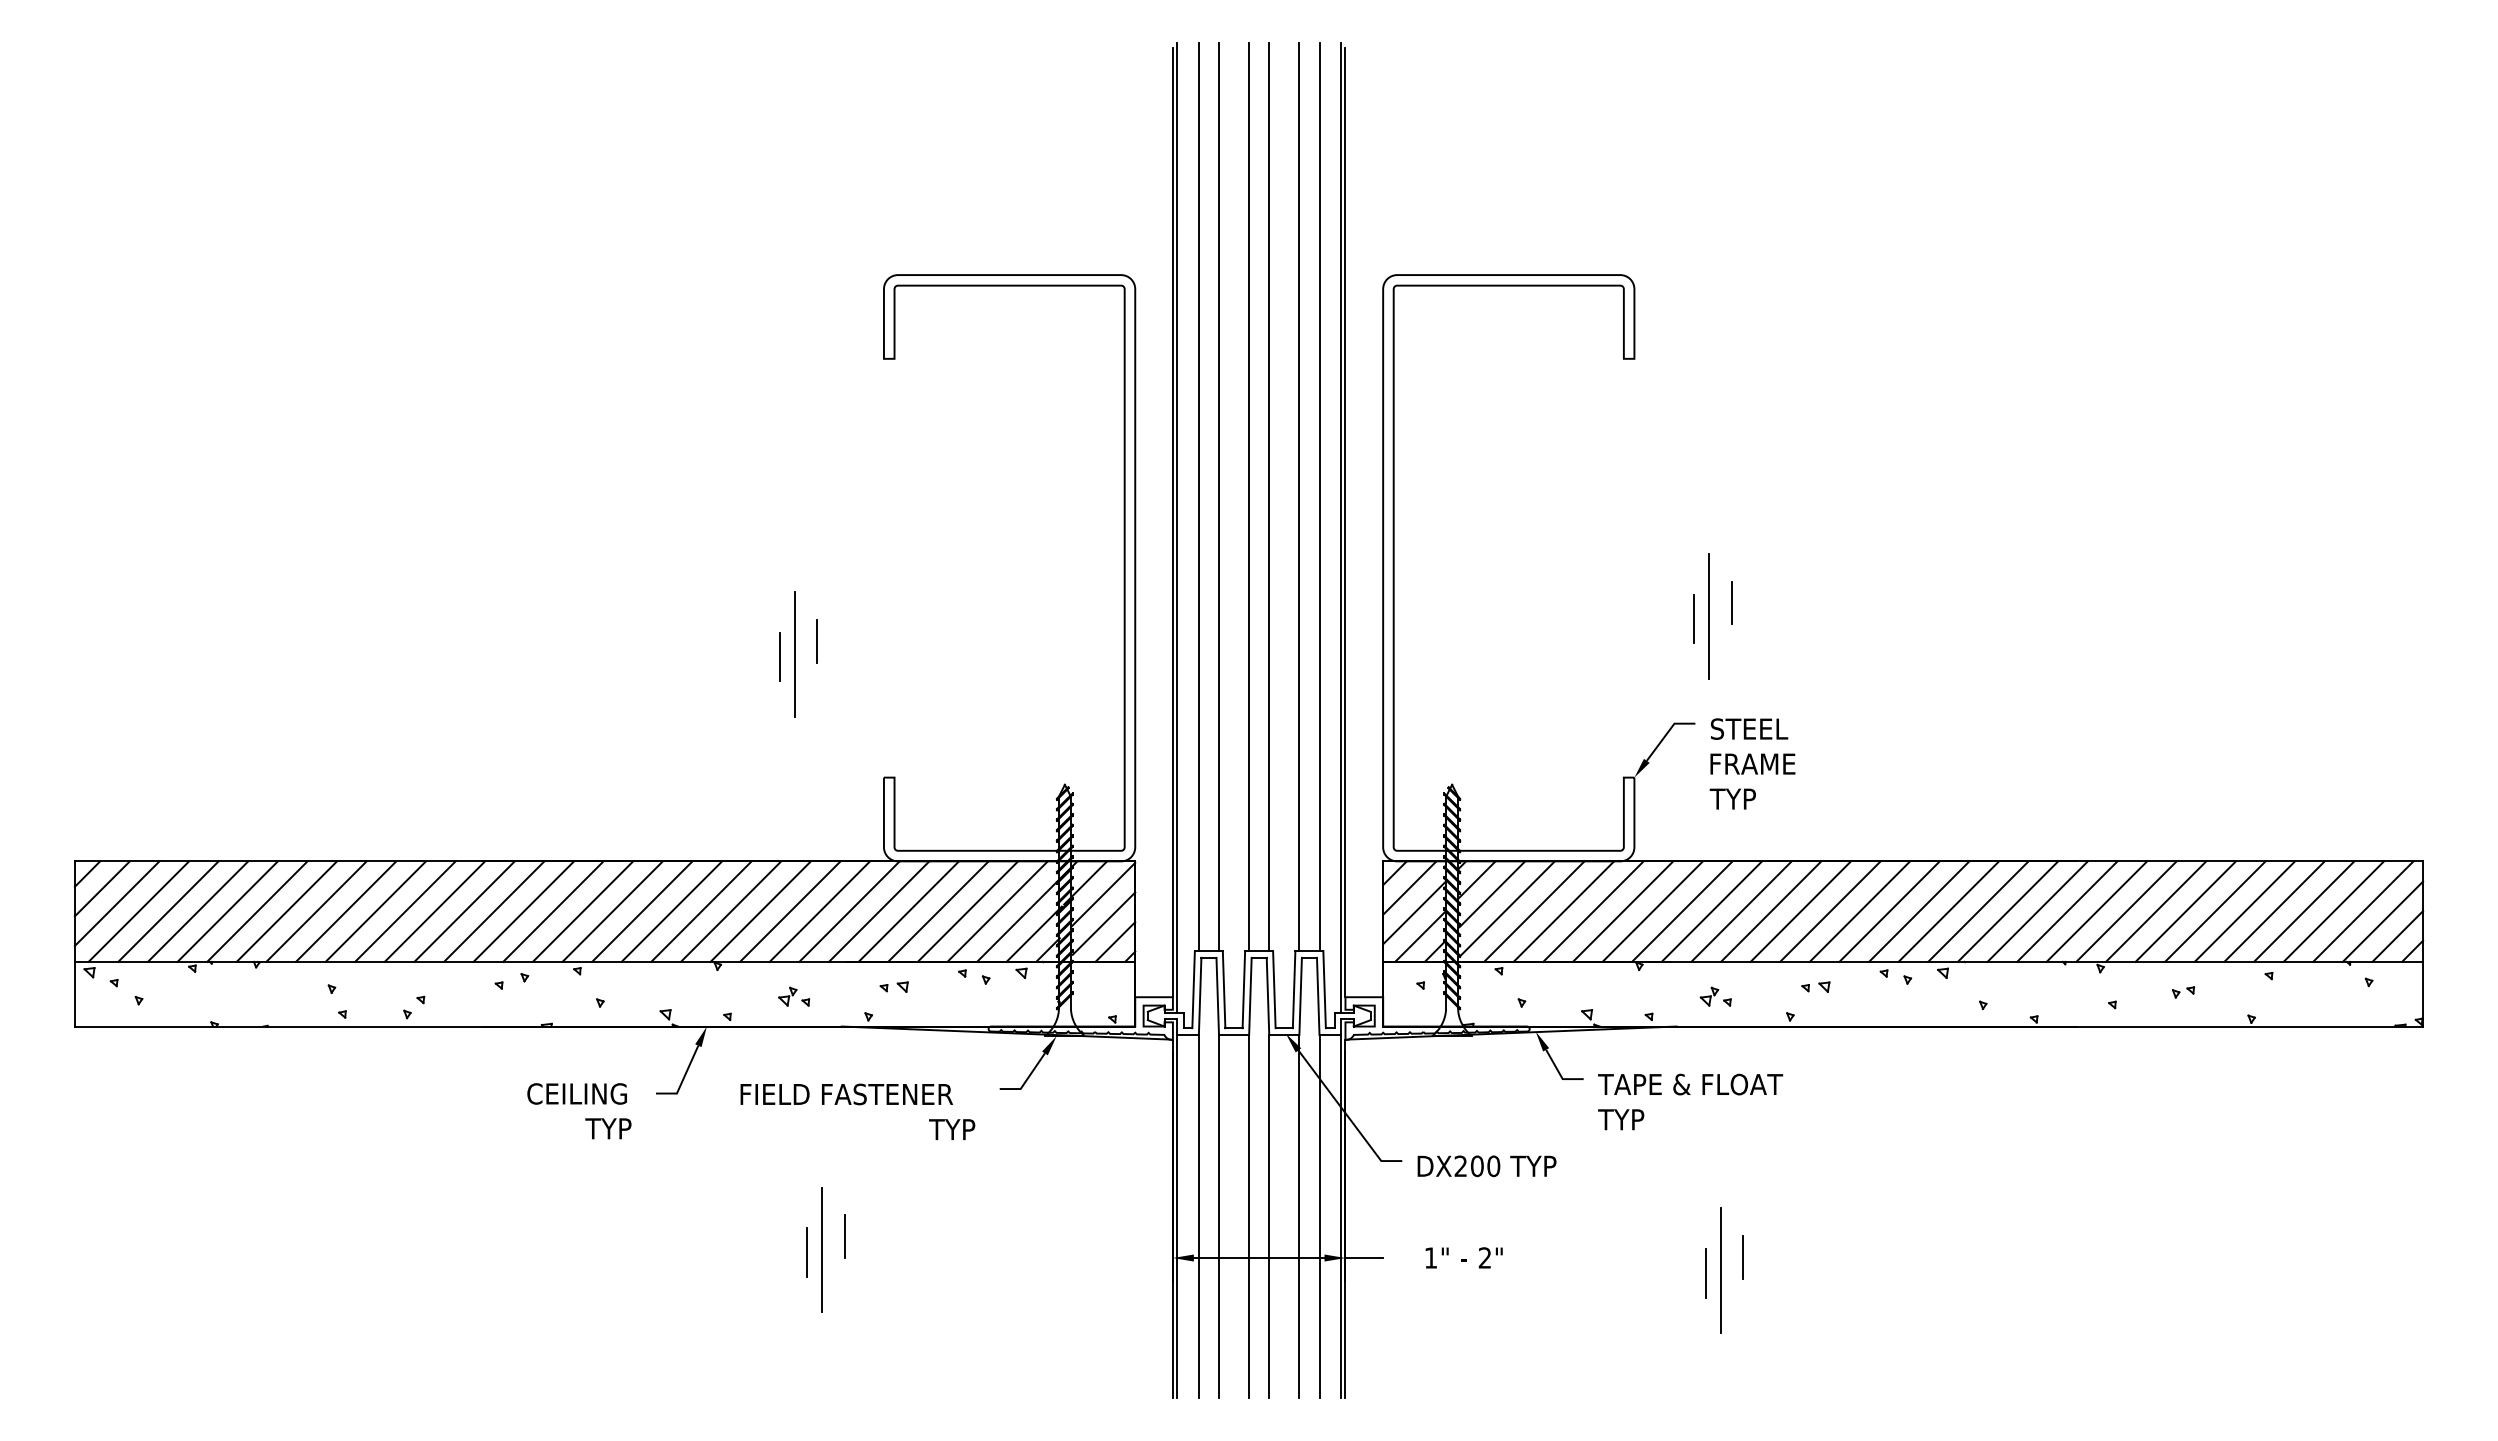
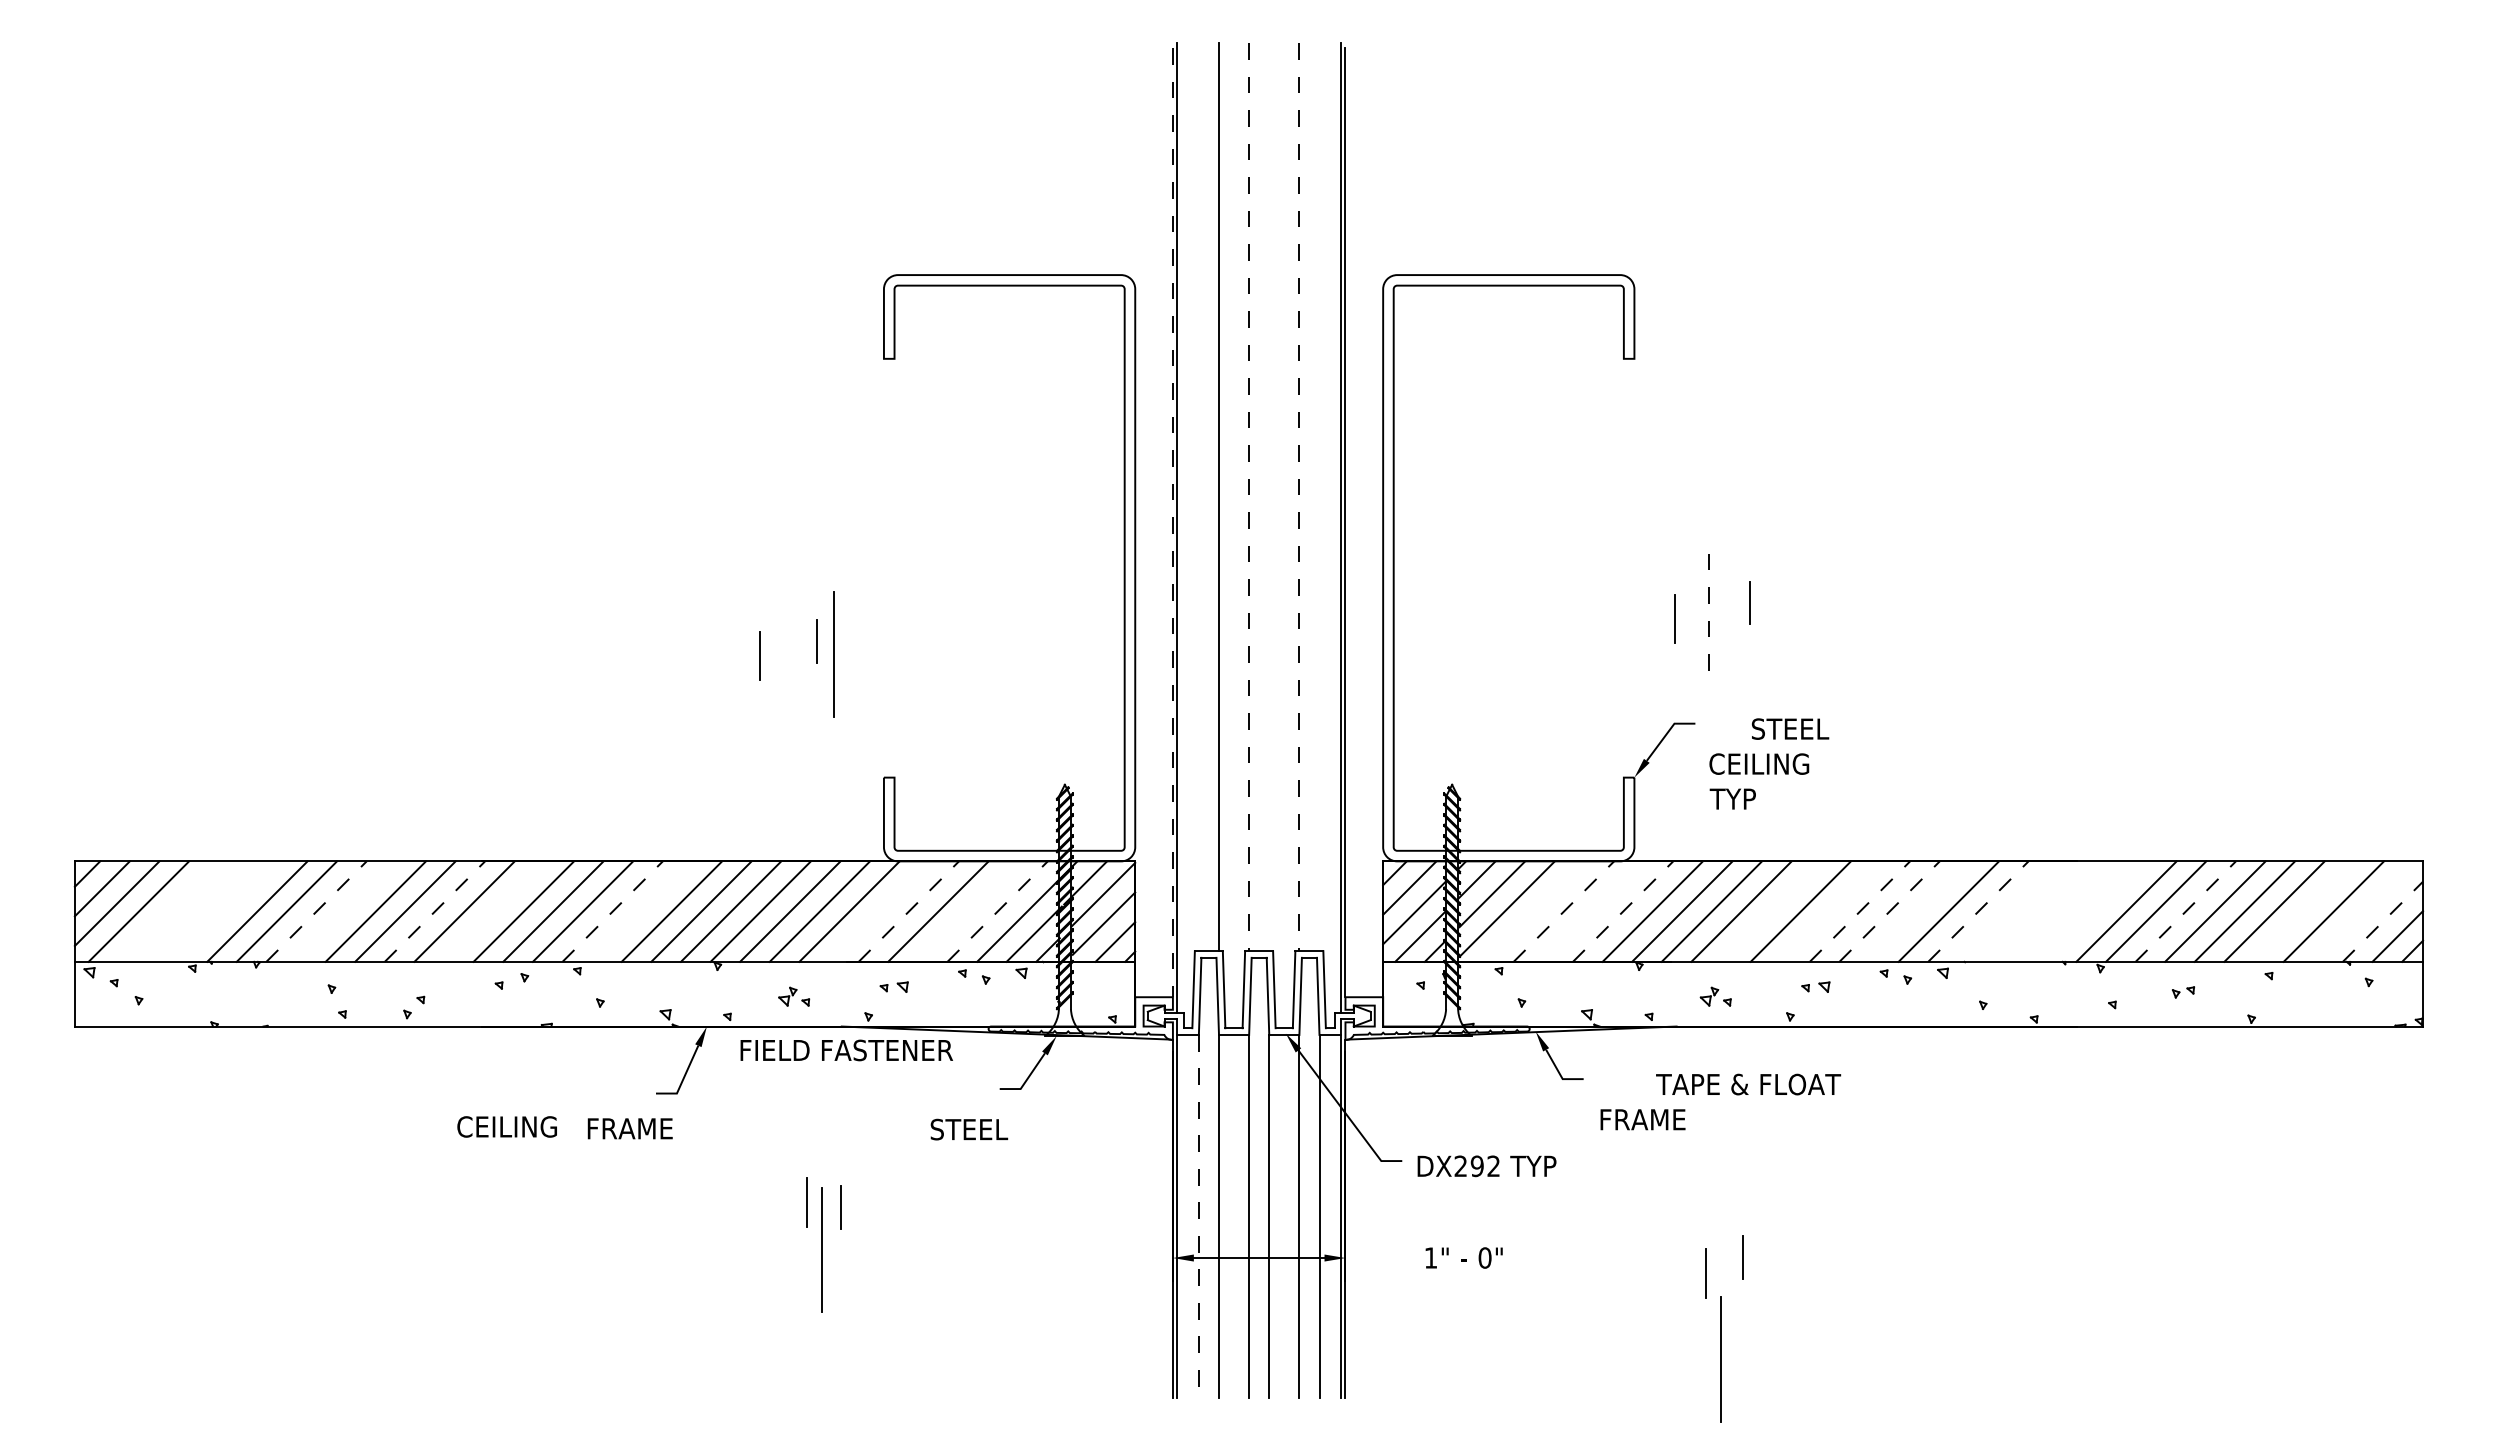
line at (1198, 497): present -> none
line at (1249, 497): solid -> dashed
line at (1269, 497): present -> none
line at (1299, 497): solid -> dashed
line at (1319, 497): present -> none
line at (1172, 522): solid -> dashed
line at (1731, 602) position: (1731, 602) -> (1749, 602)
line at (1709, 616): solid -> dashed
line at (1693, 618) position: (1693, 618) -> (1674, 618)
line at (794, 654) position: (794, 654) -> (833, 654)
line at (779, 656) position: (779, 656) -> (759, 655)
text at (1749, 728) position: (1749, 728) -> (1790, 728)
text at (1759, 763): FRAME -> CEILING
line at (168, 911): present -> none
line at (197, 911): present -> none
line at (227, 911): present -> none
line at (316, 911): solid -> dashed
line at (346, 911): present -> none
line at (435, 911): solid -> dashed
line at (494, 911): present -> none
line at (613, 911): solid -> dashed
line at (642, 911): present -> none
line at (879, 911): present -> none
line at (909, 911): solid -> dashed
line at (967, 911): present -> none
line at (997, 911): solid -> dashed
line at (1534, 911): present -> none
line at (1564, 911): solid -> dashed
line at (1593, 911): present -> none
line at (1623, 911): solid -> dashed
line at (1771, 911): present -> none
line at (1830, 911): present -> none
line at (1860, 911): solid -> dashed
line at (1889, 911): solid -> dashed
line at (1919, 911): present -> none
line at (1978, 911): solid -> dashed
line at (2007, 911): present -> none
line at (2037, 911): present -> none
line at (2067, 911): present -> none
line at (2096, 911): present -> none
line at (2186, 911): solid -> dashed
line at (2304, 911): present -> none
line at (2363, 911): present -> none
line at (2382, 921): solid -> dashed
text at (1690, 1084) position: (1690, 1084) -> (1748, 1084)
text at (576, 1093) position: (576, 1093) -> (506, 1126)
text at (846, 1094) position: (846, 1094) -> (846, 1050)
text at (1641, 1119): TYP -> FRAME
text at (628, 1128): TYP -> FRAME
text at (968, 1129): TYP -> STEEL
text at (1485, 1166): DX200 -> DX292
line at (1198, 1216): solid -> dashed
line at (844, 1236) position: (844, 1236) -> (840, 1207)
line at (806, 1252) position: (806, 1252) -> (806, 1202)
text at (1484, 1257): 2" -> 0"
line at (1363, 1258): present -> none
line at (1720, 1270) position: (1720, 1270) -> (1720, 1359)
